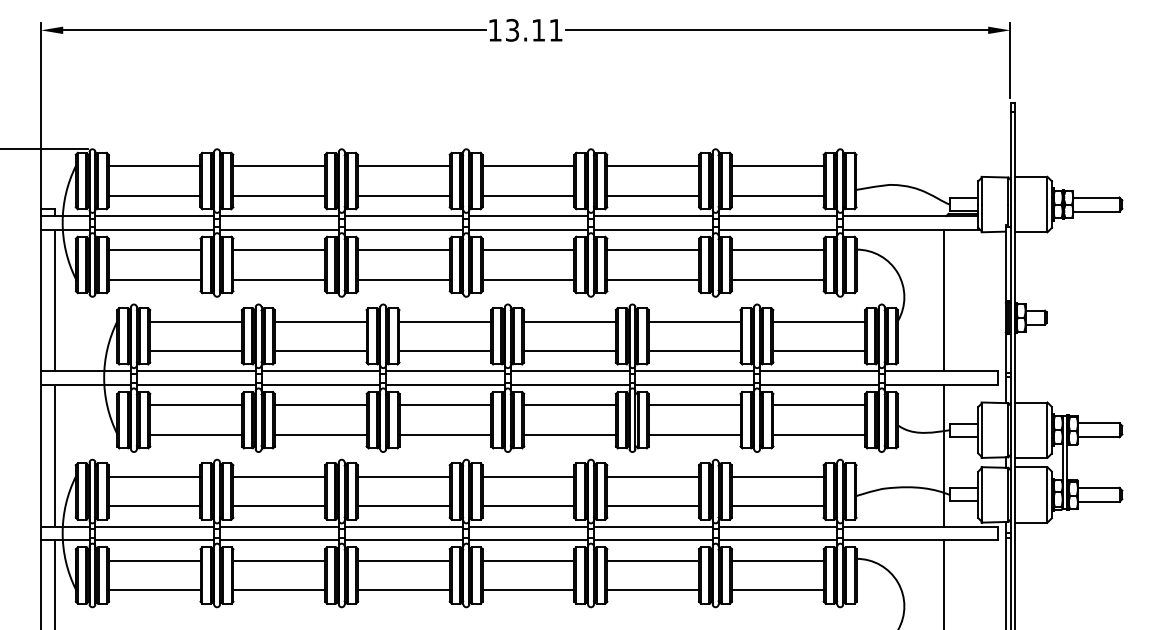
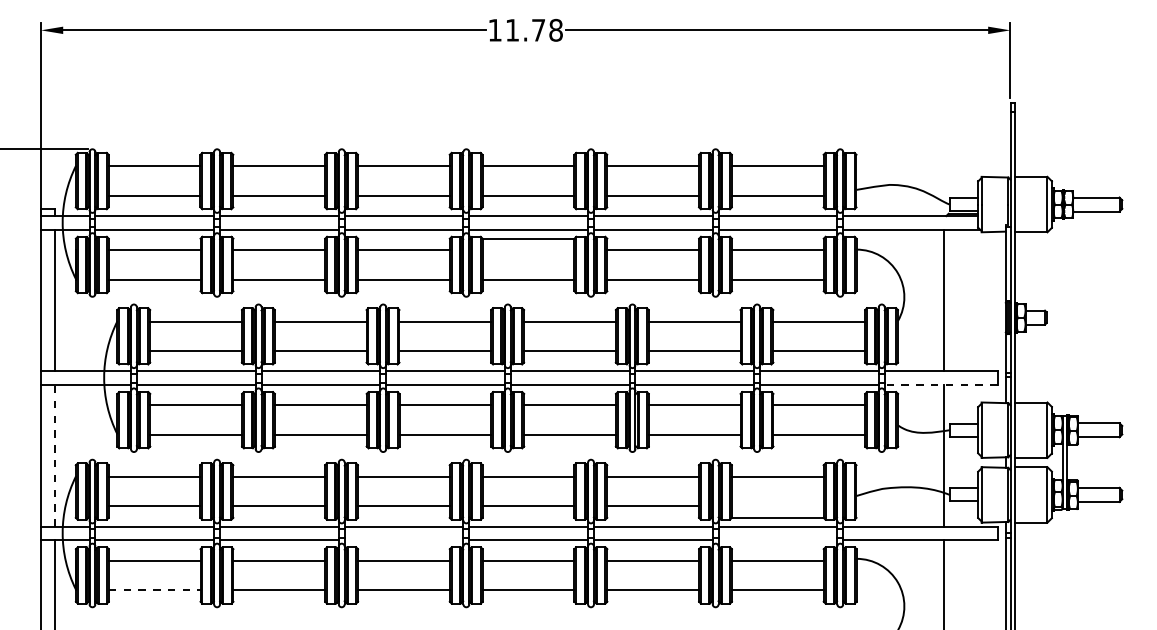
text at (534, 29): 13.11 -> 11.78
line at (528, 250) position: (528, 250) -> (528, 239)
line at (940, 385): solid -> dashed
line at (55, 455): solid -> dashed
line at (777, 506) position: (777, 506) -> (777, 518)
line at (403, 540): present -> none
line at (777, 540): present -> none
line at (154, 590): solid -> dashed
